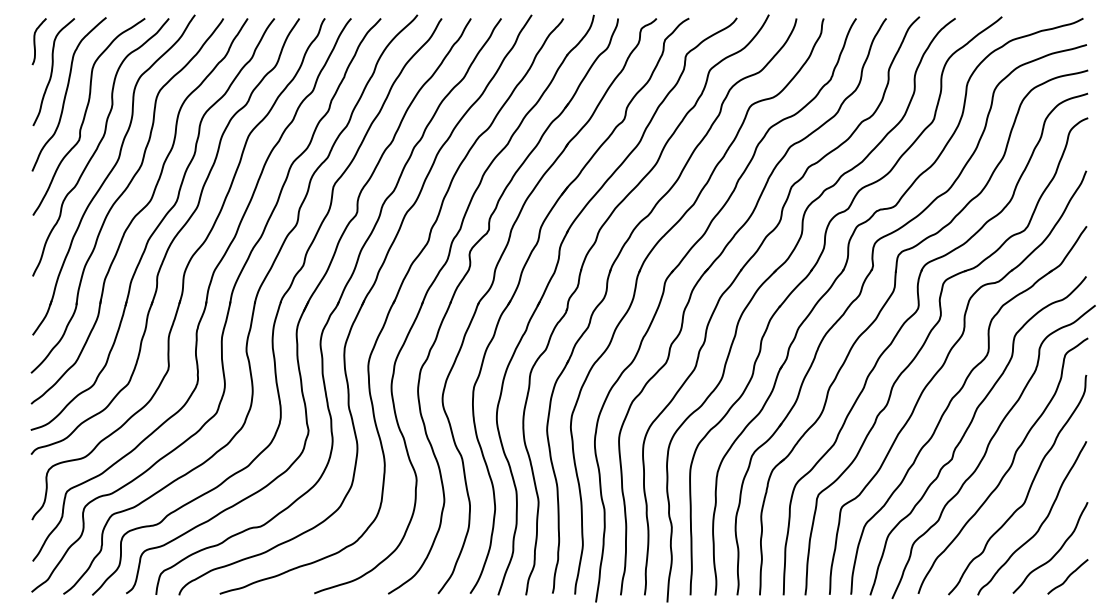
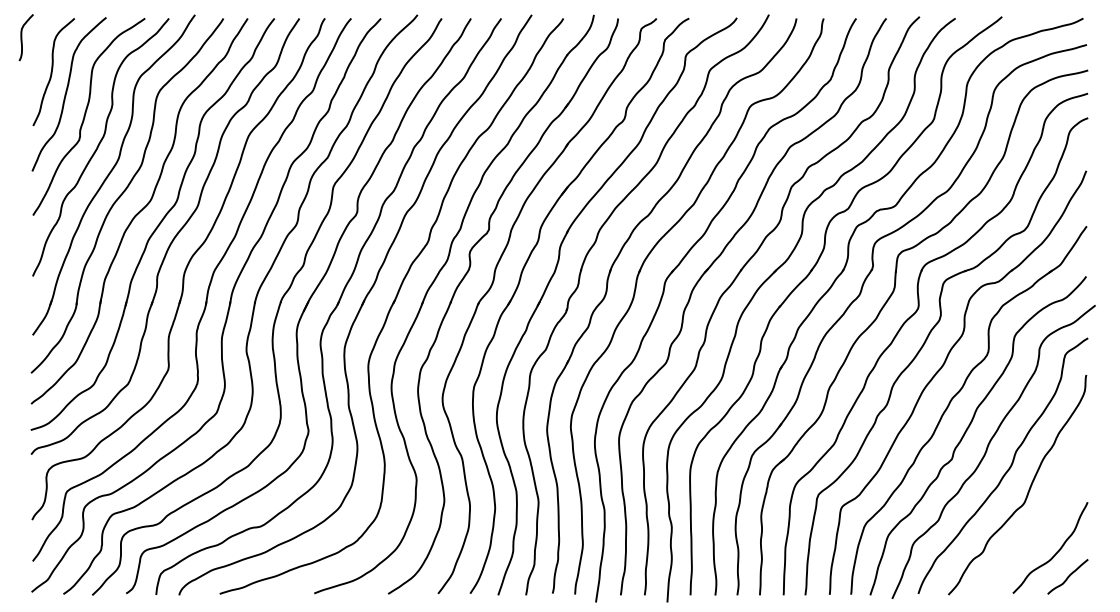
curve at (35, 41) position: (35, 41) -> (22, 37)
curve at (1040, 524): present -> none
